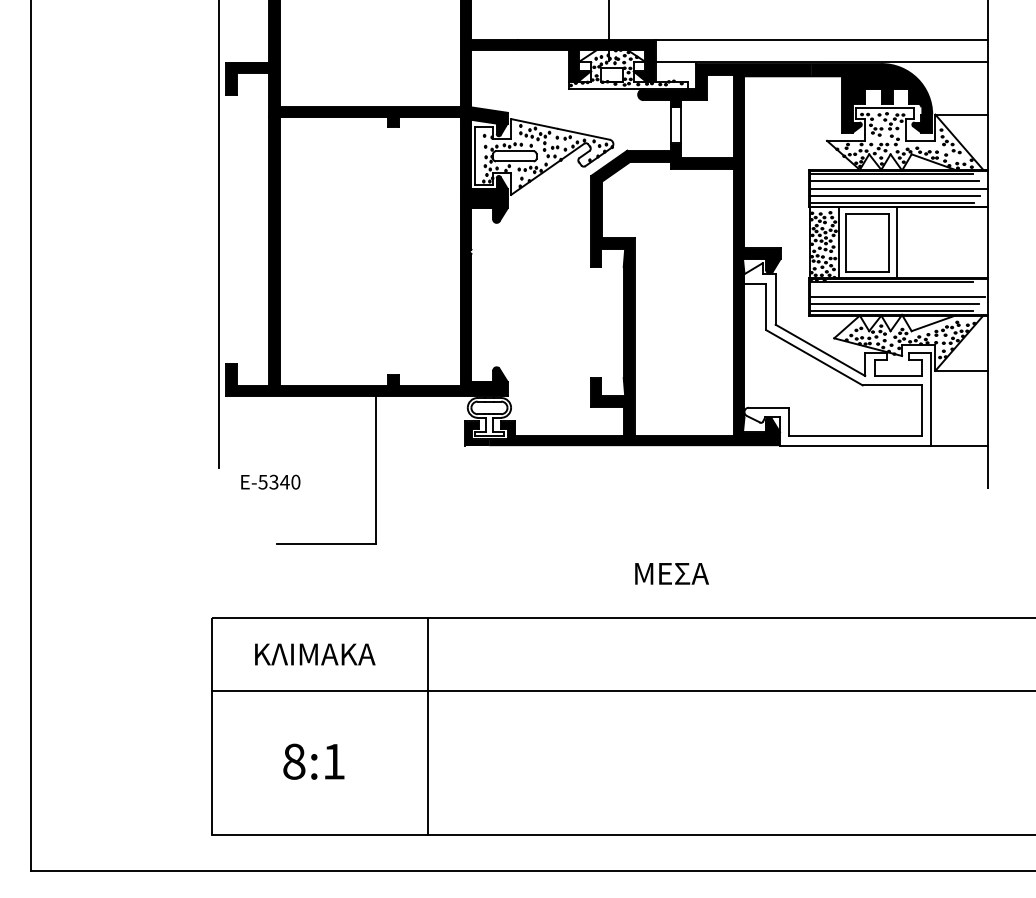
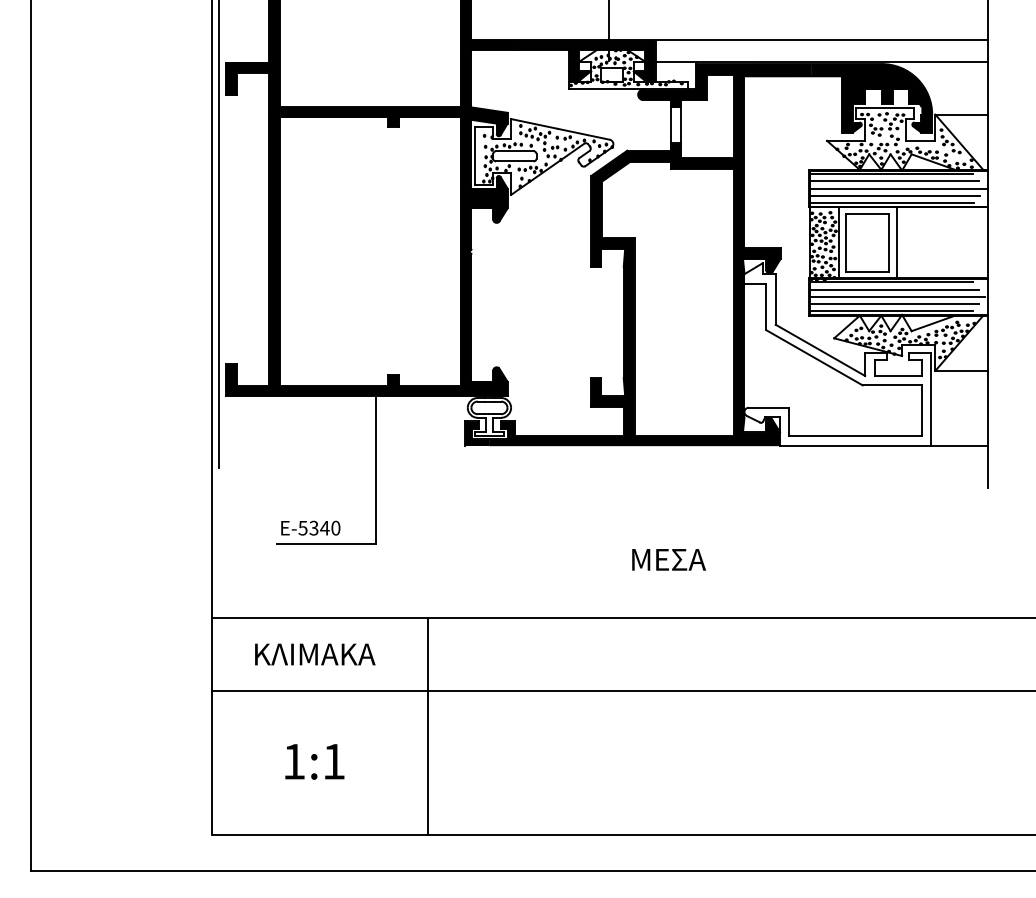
line at (893, 289): none -> present
line at (211, 310): none -> present
text at (270, 481) position: (270, 481) -> (310, 527)
text at (671, 573) position: (671, 573) -> (668, 559)
text at (294, 761): 8:1 -> 1:1
